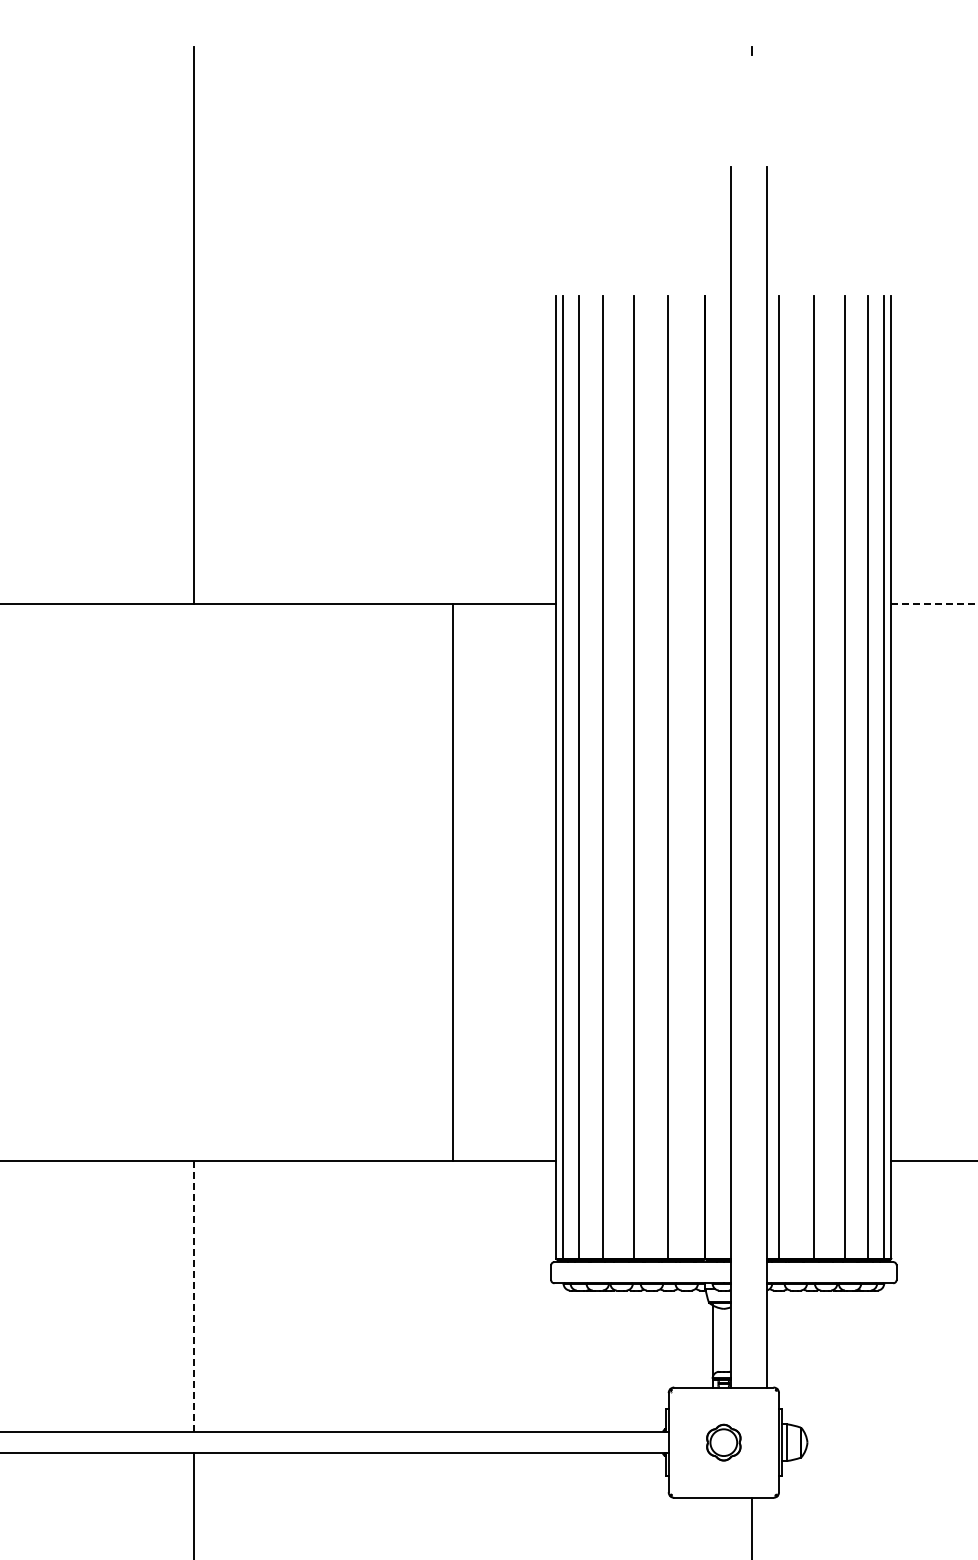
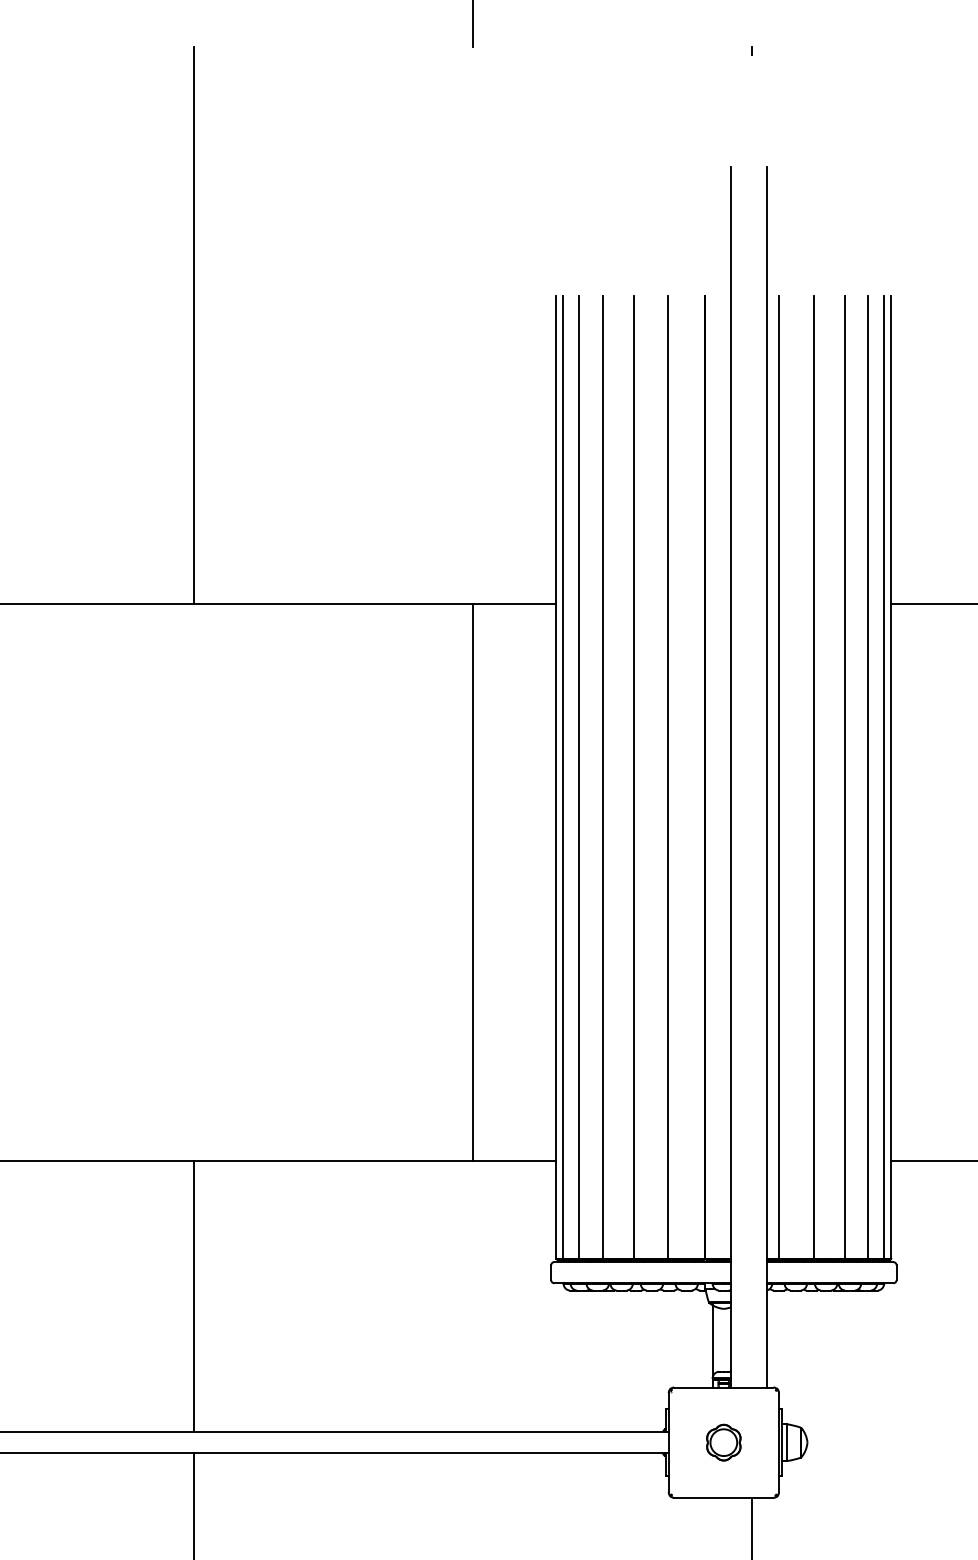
line at (473, 24): none -> present
line at (934, 604): dashed -> solid
line at (453, 882) position: (453, 882) -> (473, 882)
line at (194, 1297): dashed -> solid
